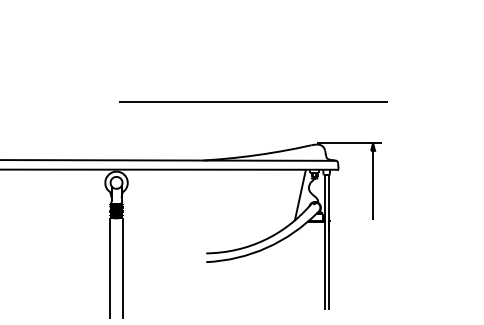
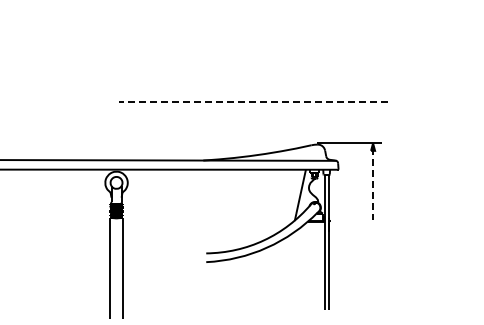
line at (253, 101): solid -> dashed
line at (373, 184): solid -> dashed
